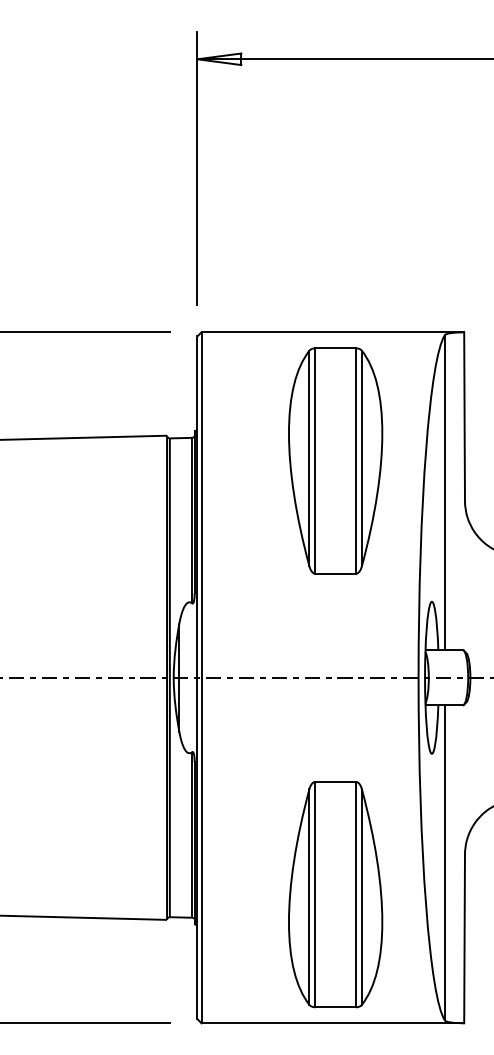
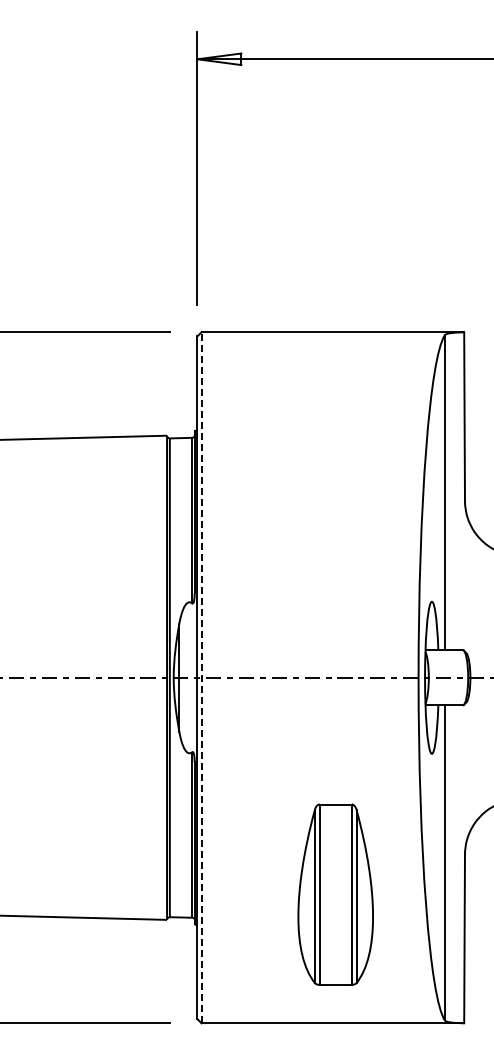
part at (335, 460): present -> none
line at (201, 677): solid -> dashed
part at (335, 894) size: 96x228 px -> 77x183 px
